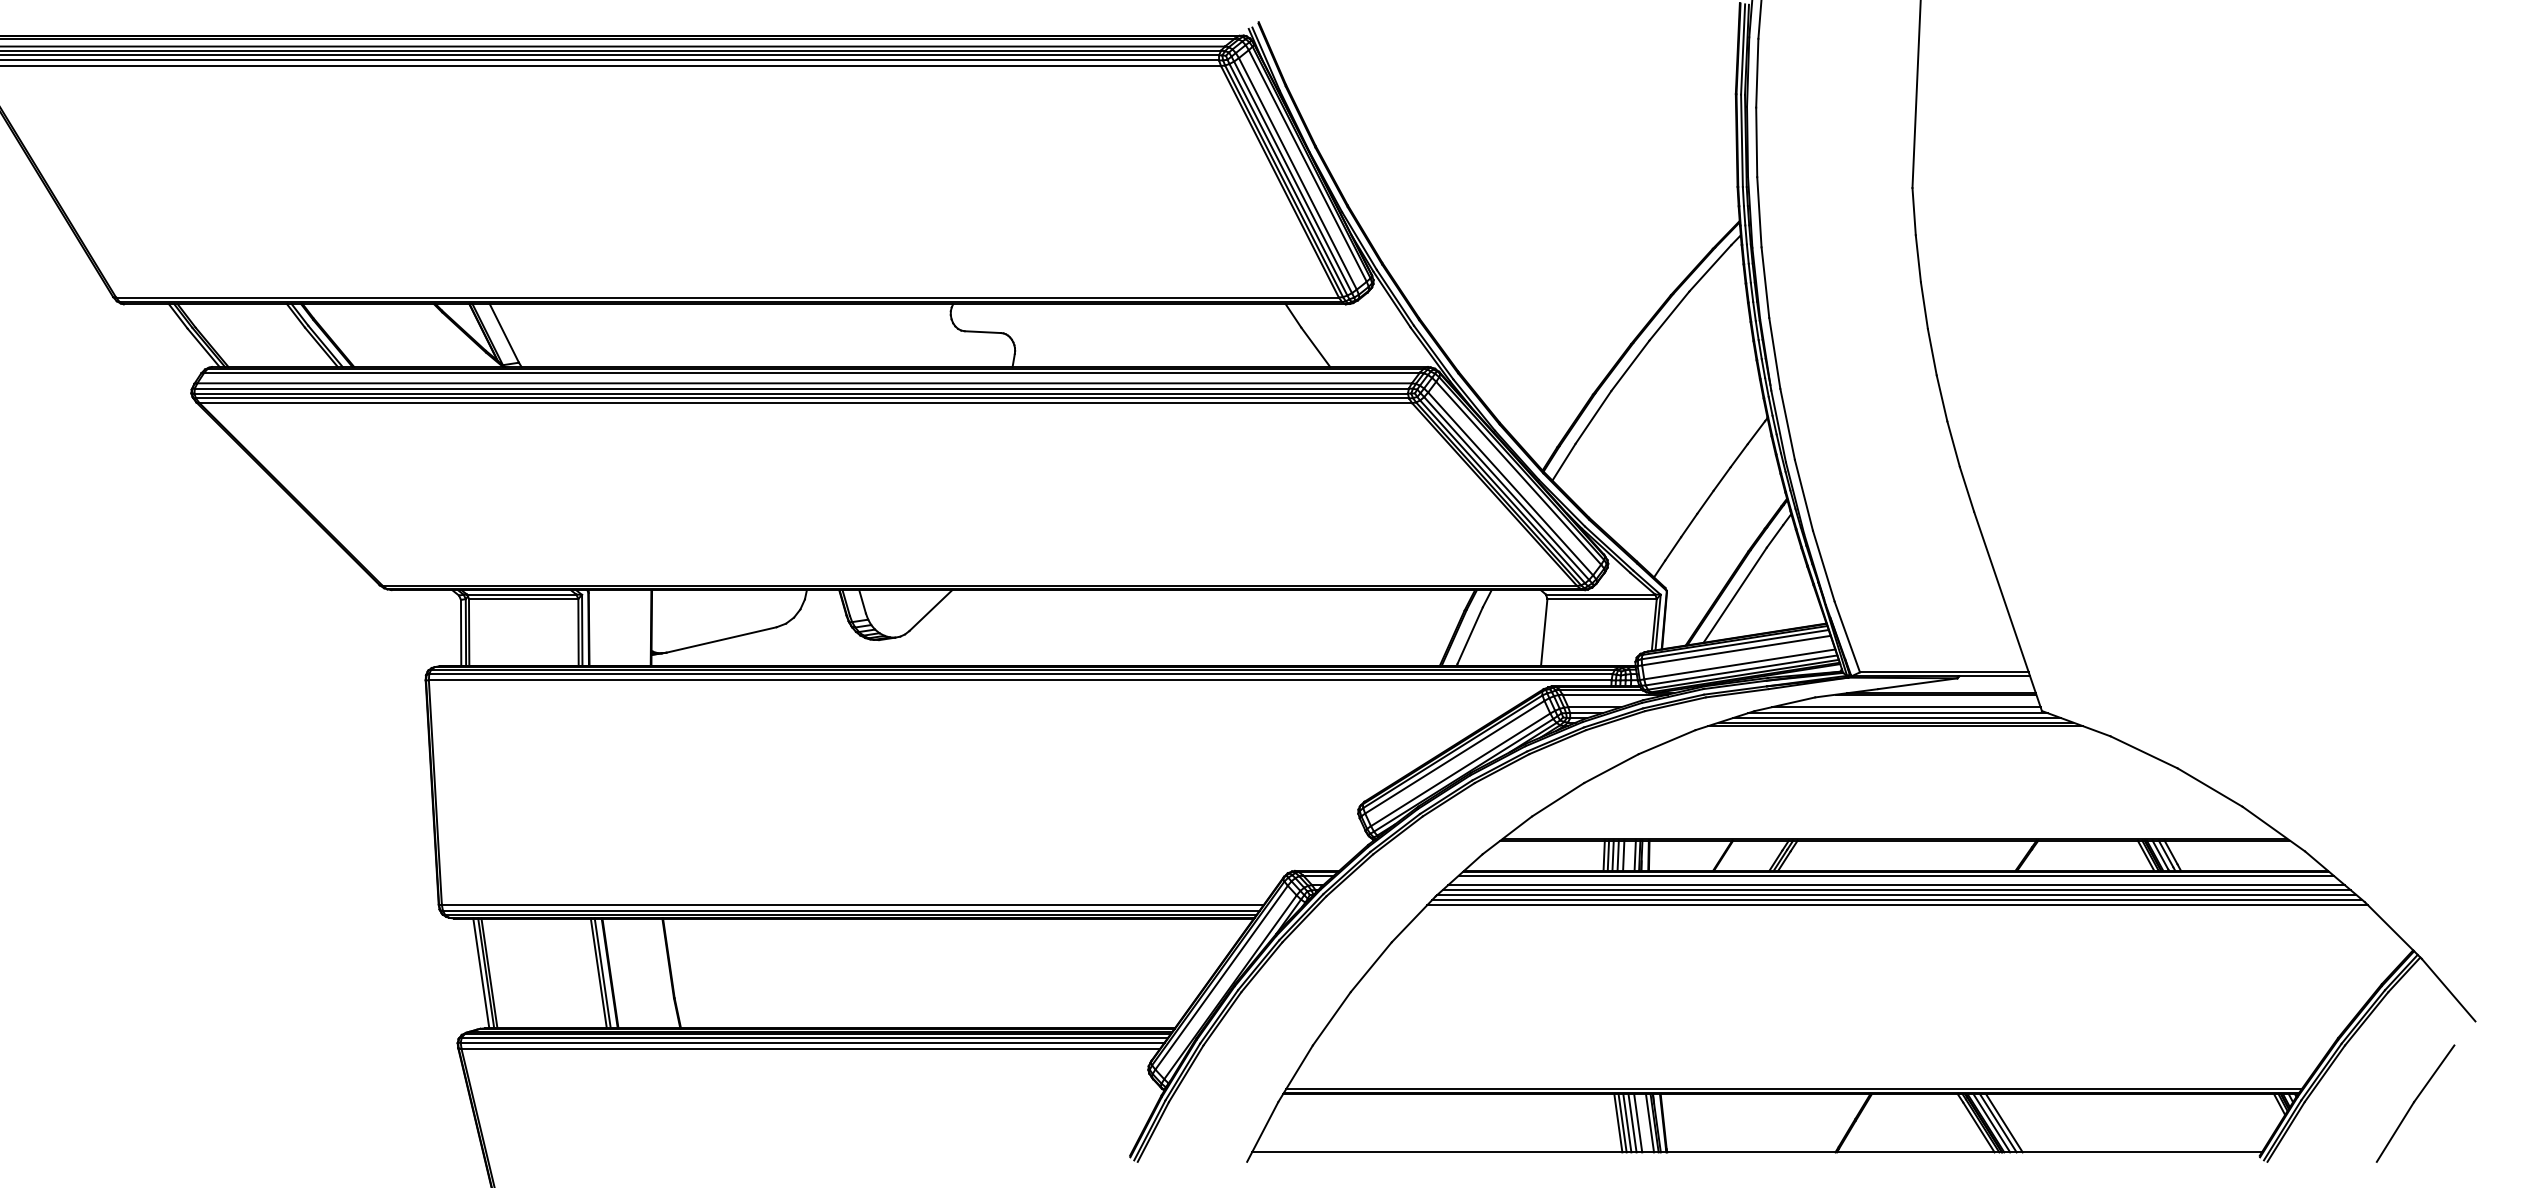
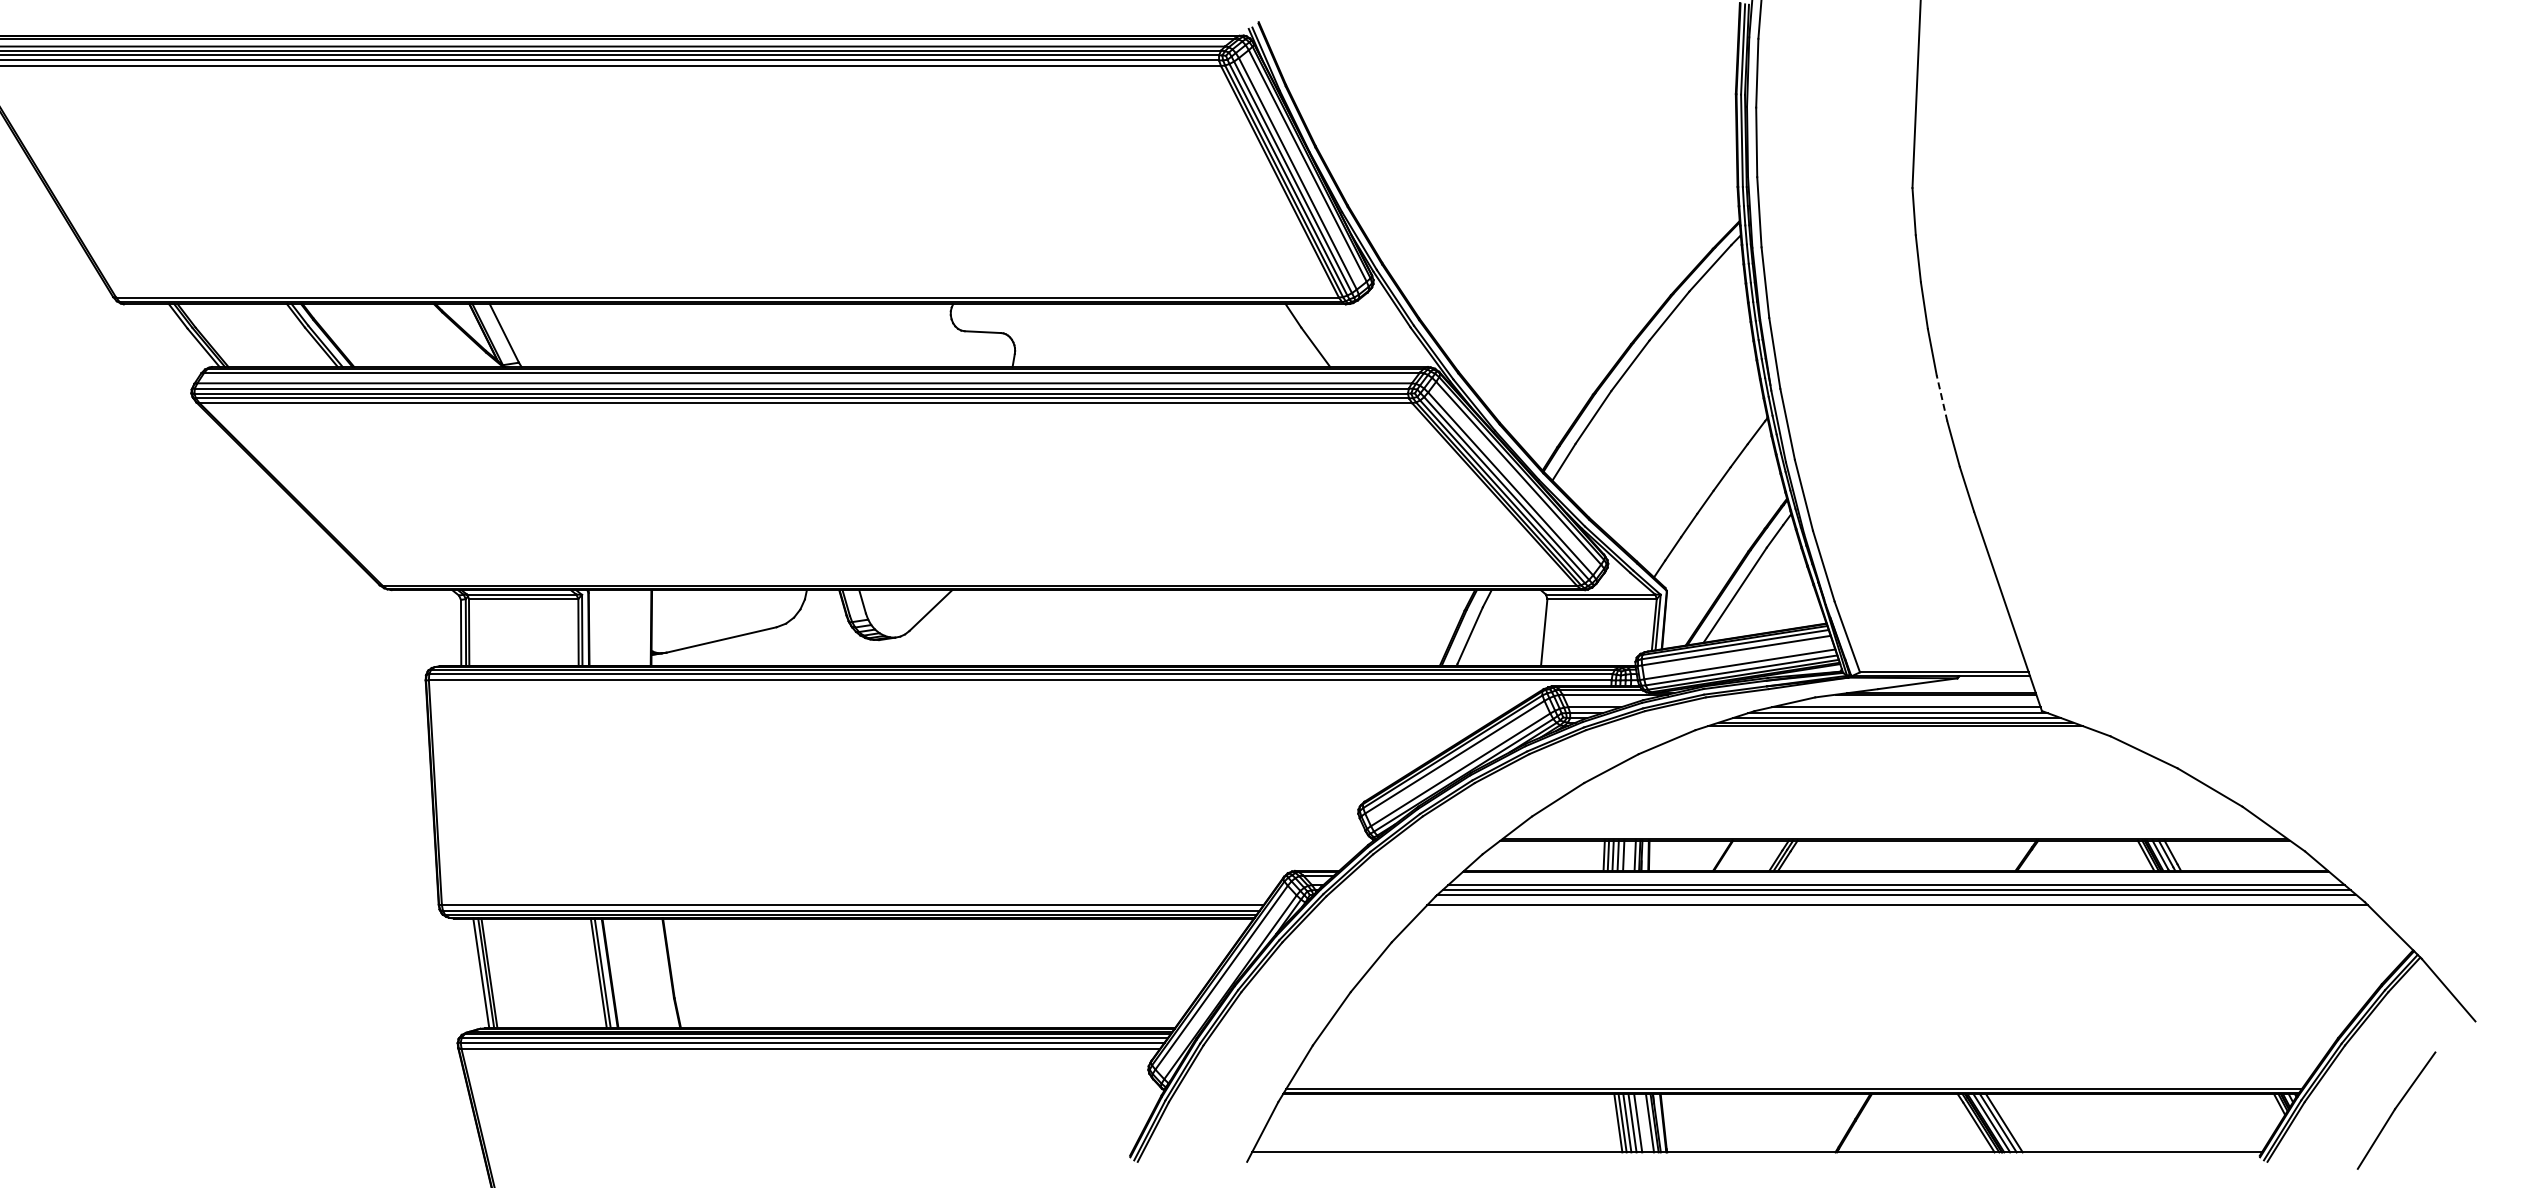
line at (1942, 398): solid -> dashed
line at (1895, 875): present -> none
line at (1897, 899): present -> none
part at (2415, 1103) position: (2415, 1103) -> (2396, 1110)
